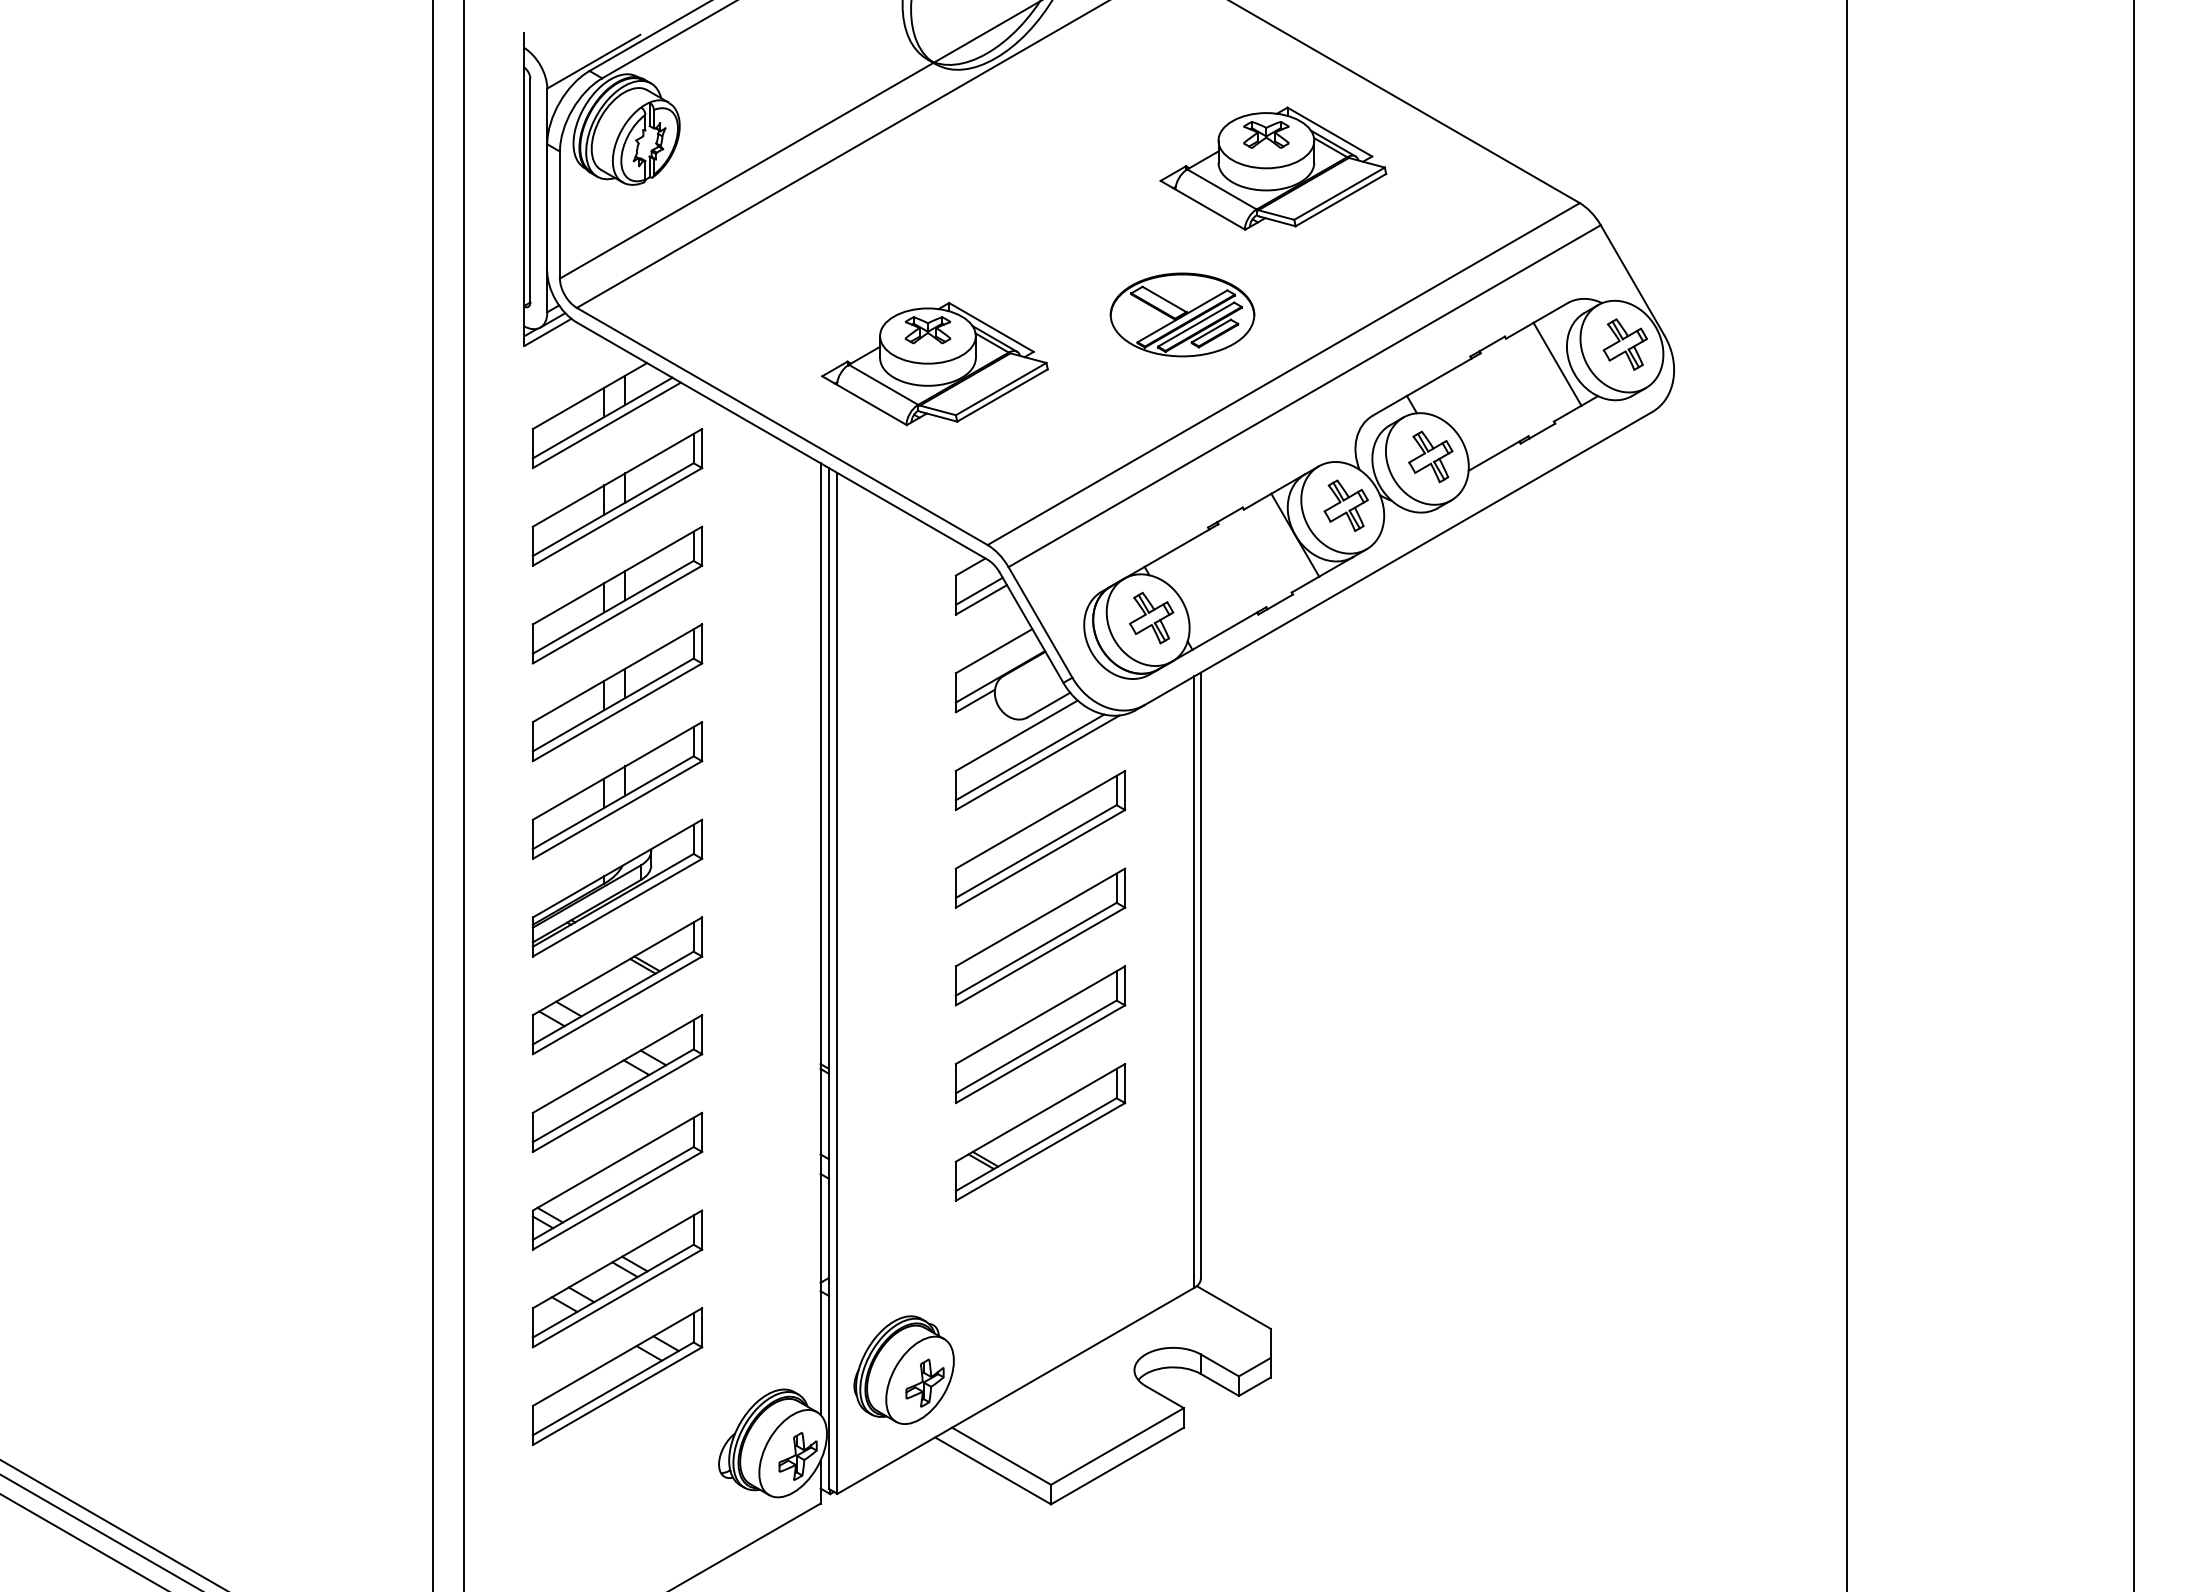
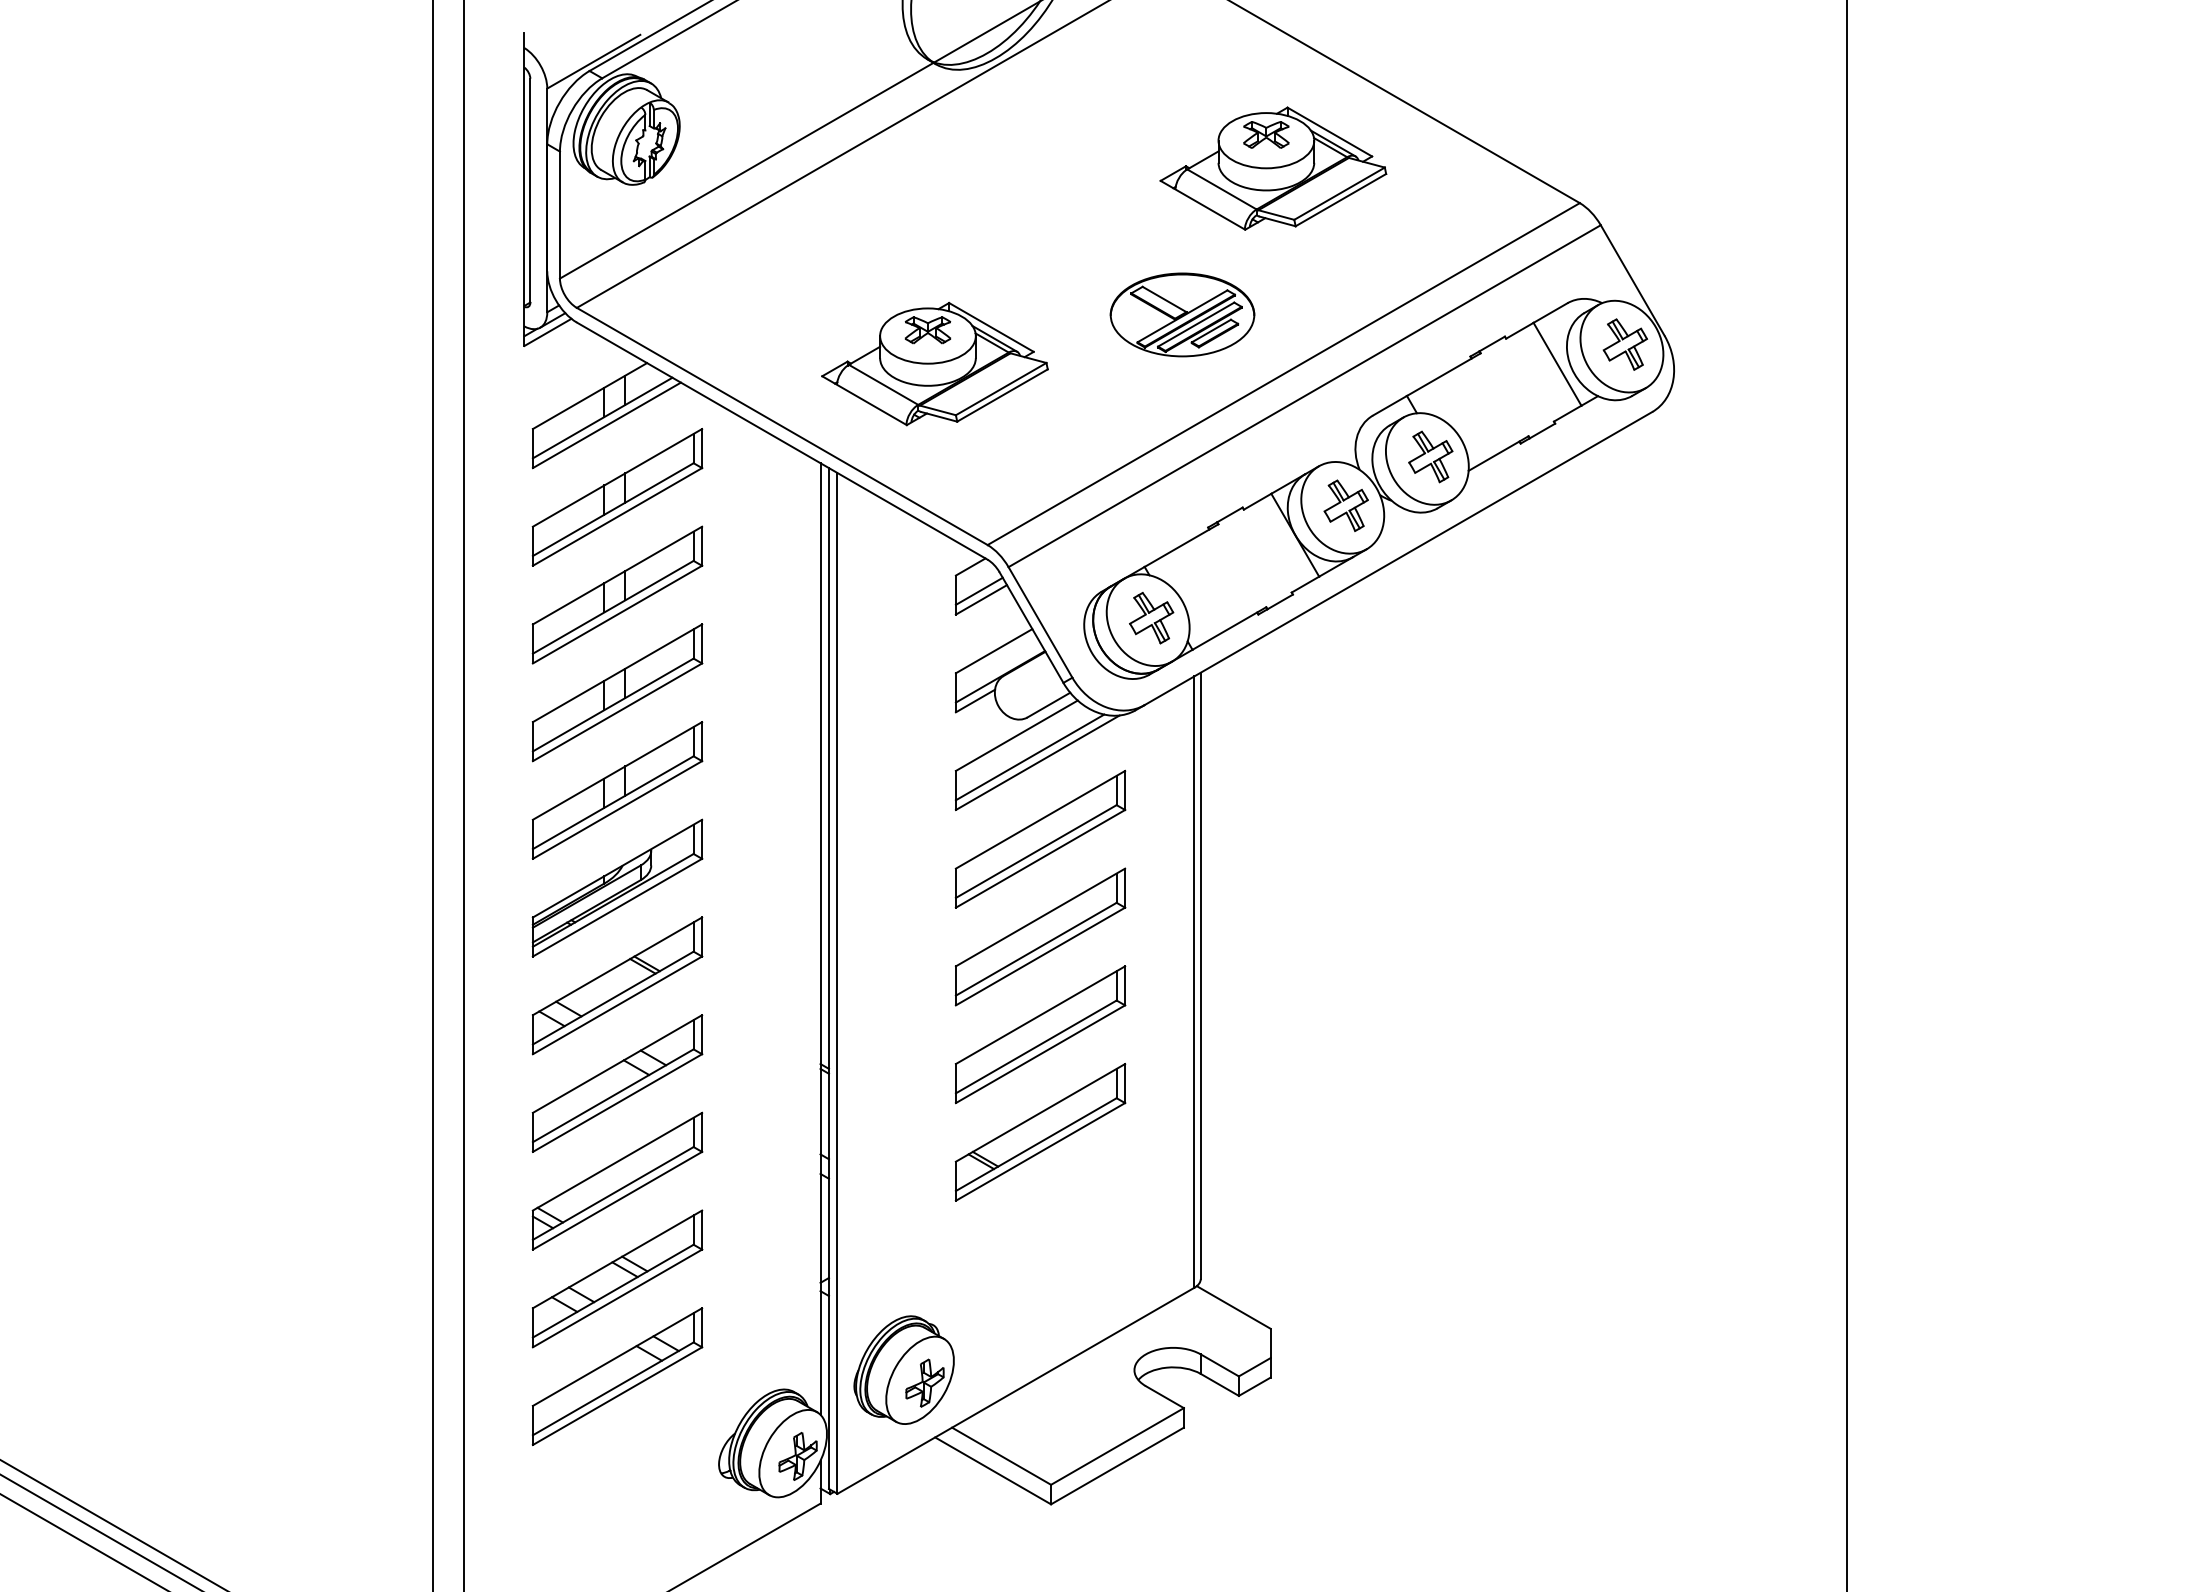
line at (2134, 795): present -> none
